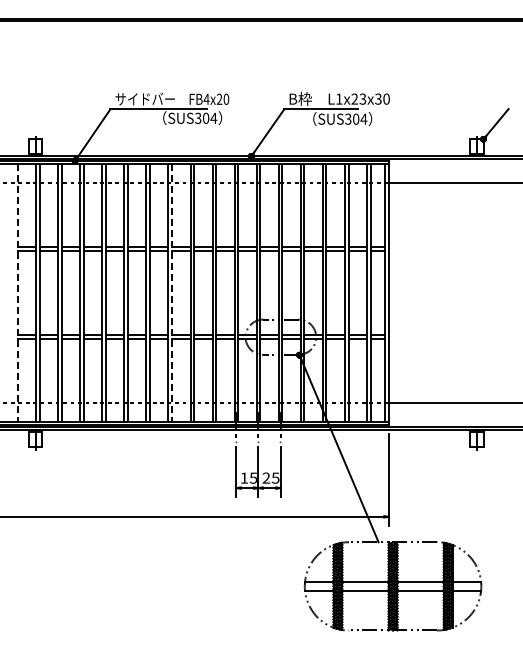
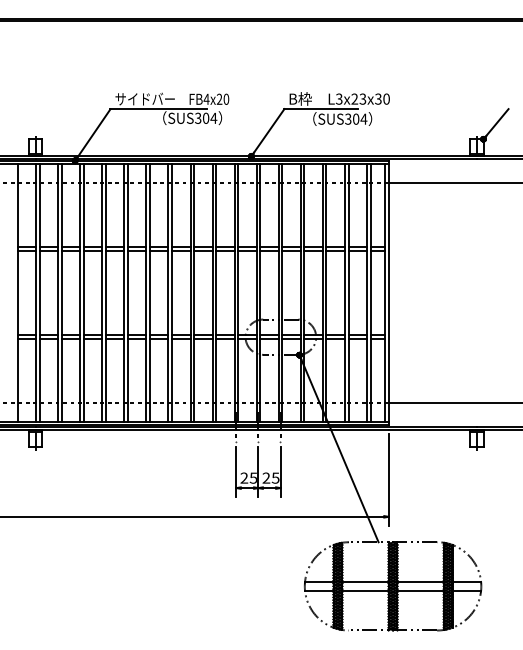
text at (338, 98): L1x23x30 -> L3x23x30
line at (17, 293): dashed -> solid
line at (172, 293): dashed -> solid
text at (244, 477): 15 -> 25
